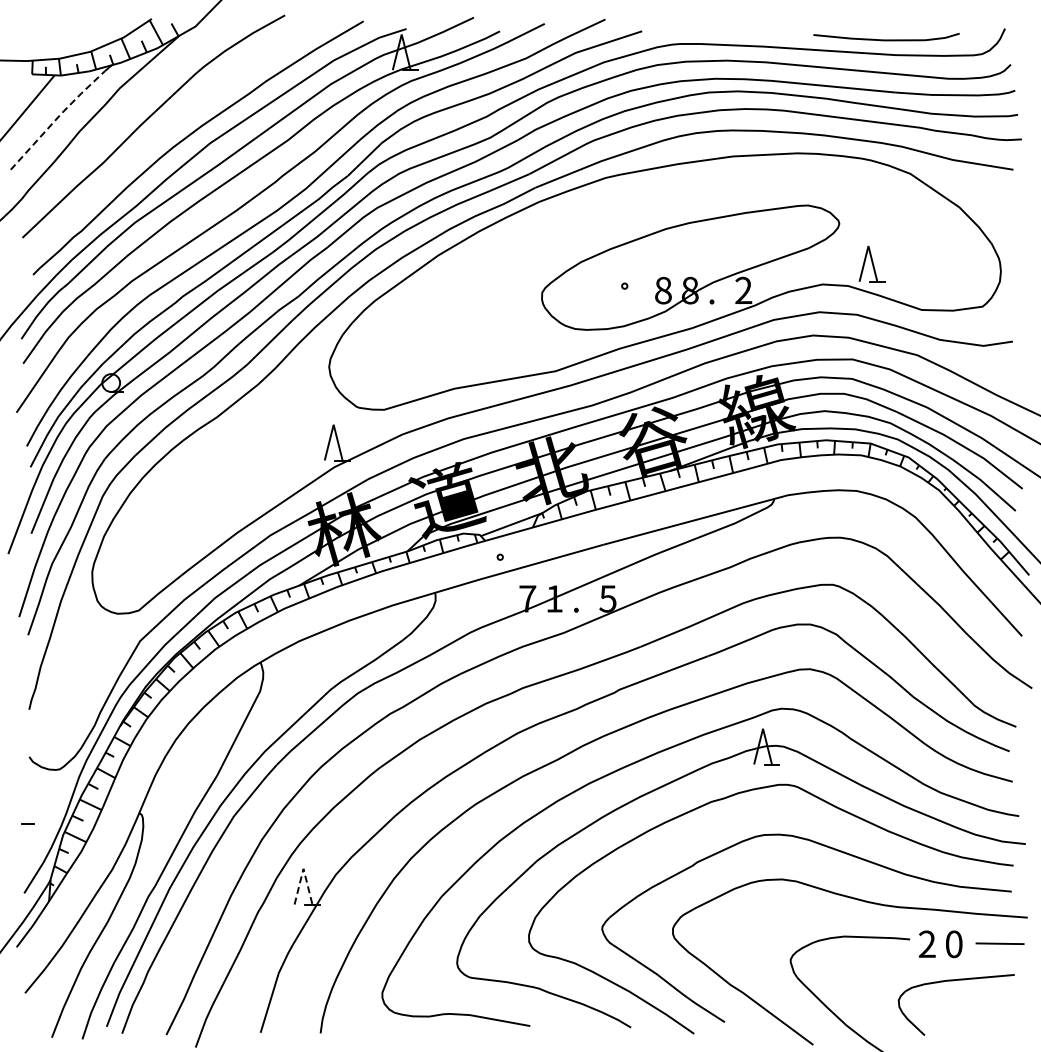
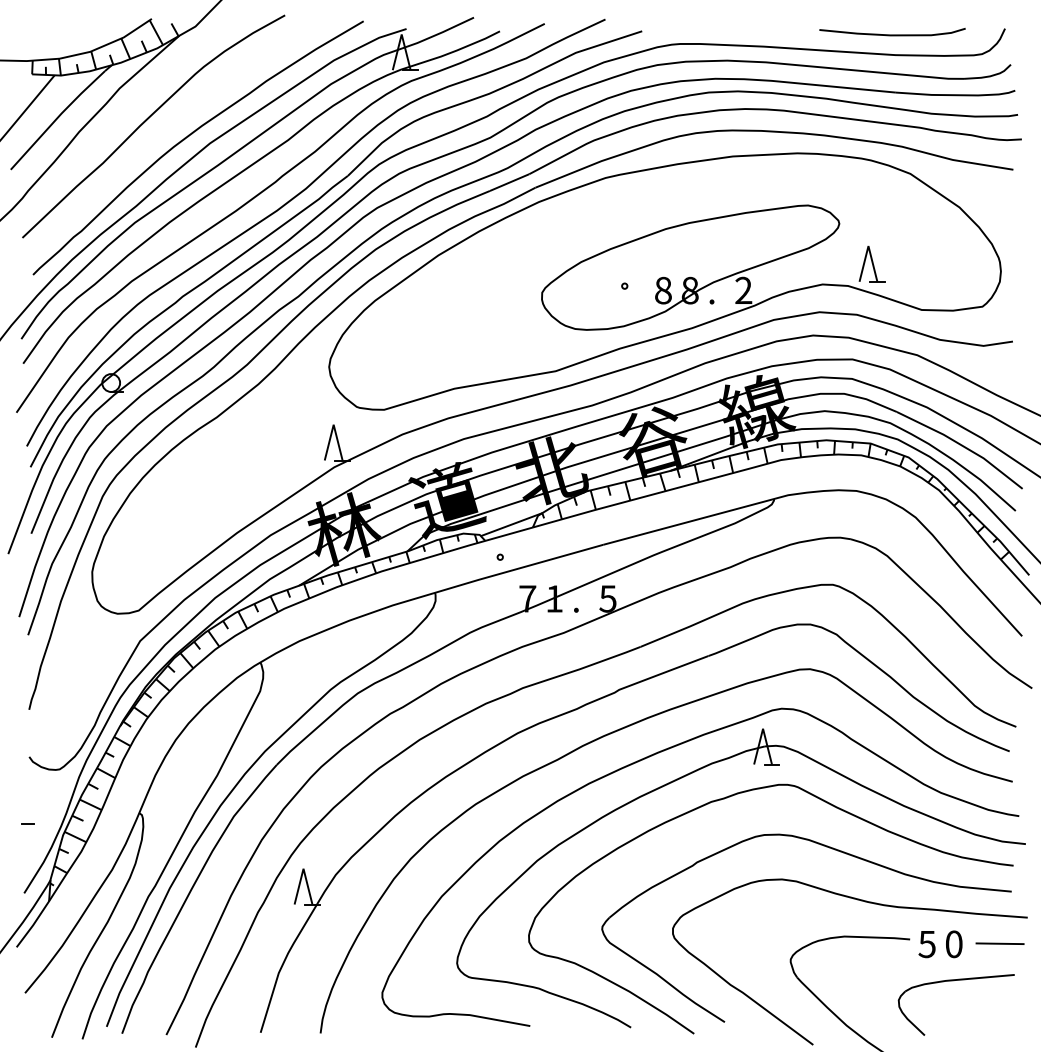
curve at (886, 39) position: (886, 39) -> (892, 34)
line at (57, 117): dashed -> solid
line at (303, 868): dashed -> solid
text at (926, 944): 2 -> 5
